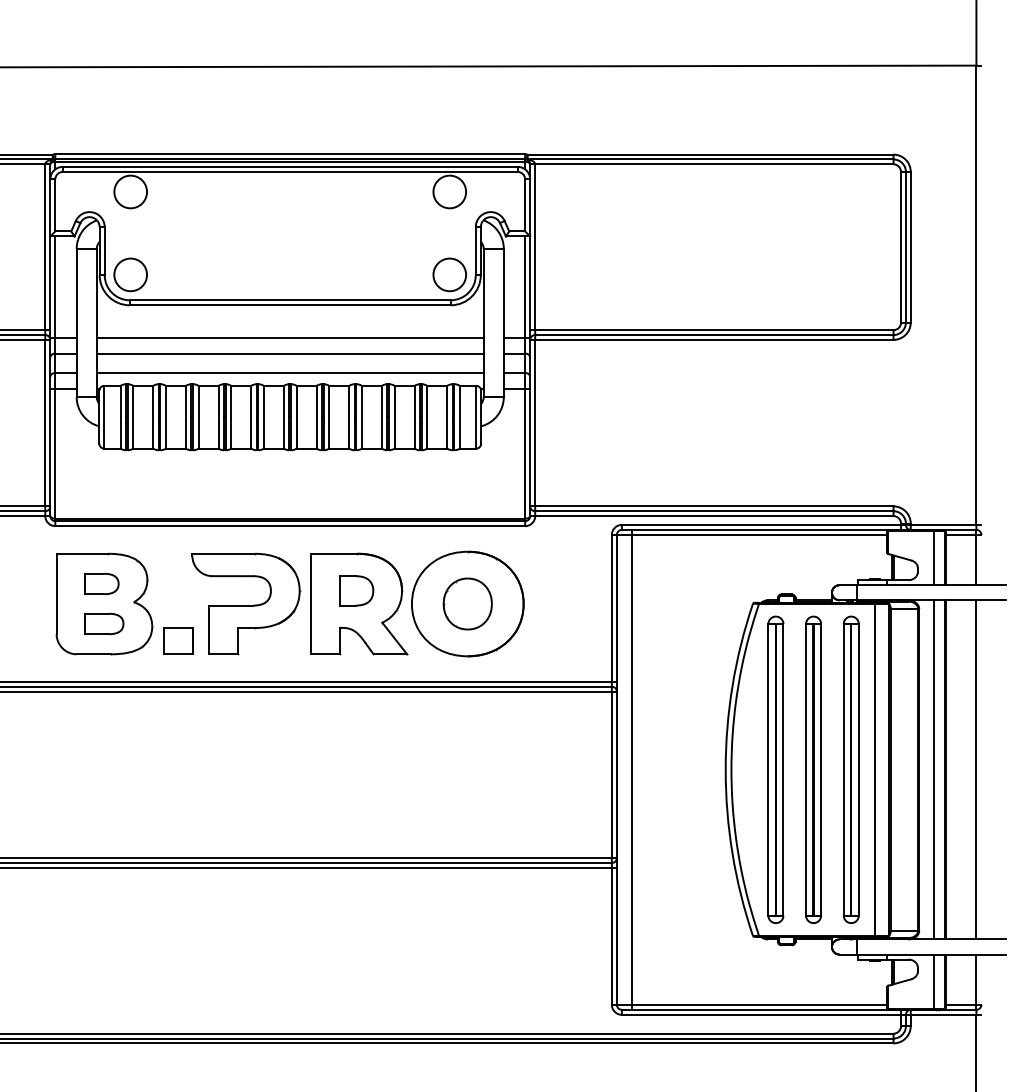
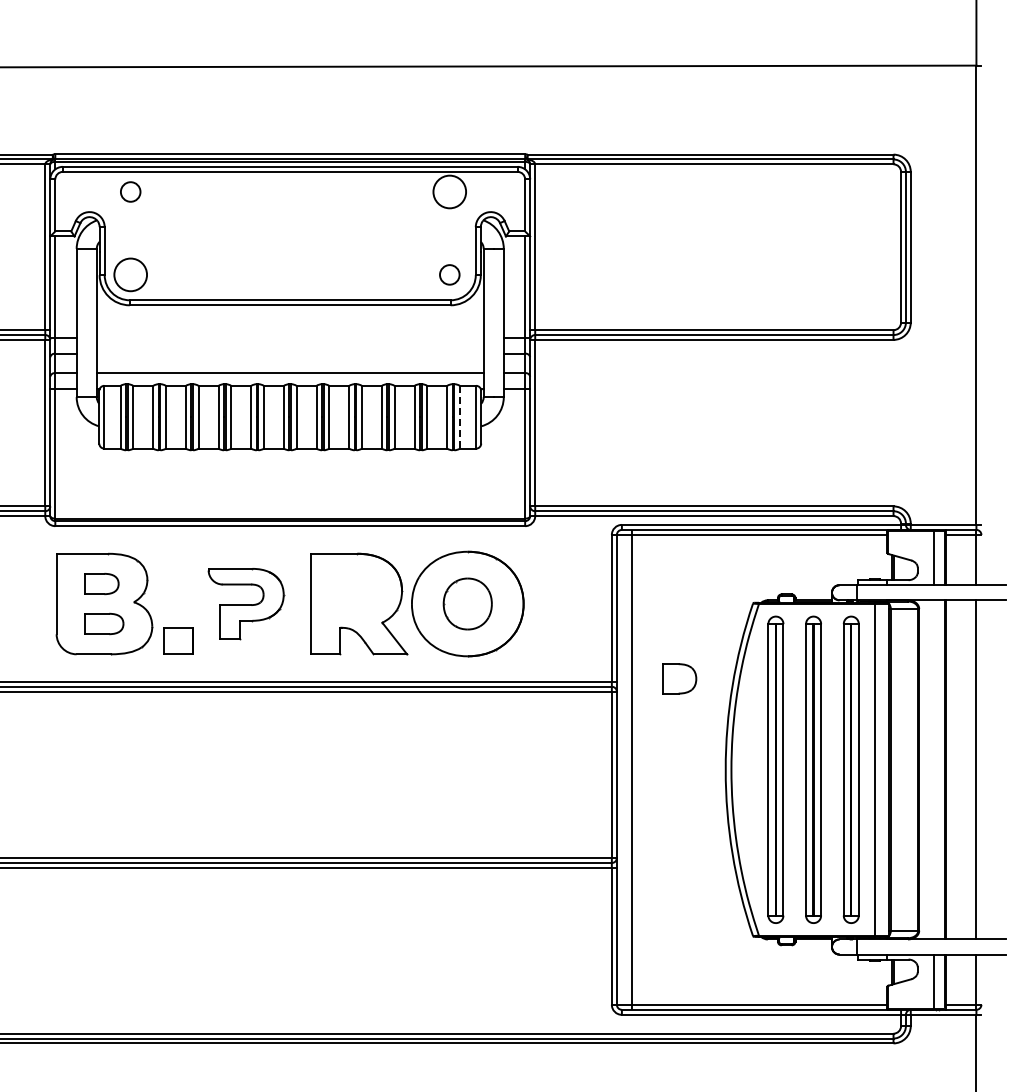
circle at (130, 191) diameter: 33 px -> 20 px
circle at (449, 274) diameter: 33 px -> 20 px
line at (289, 337): present -> none
line at (289, 353): present -> none
line at (459, 417): solid -> dashed
part at (356, 590) position: (356, 590) -> (679, 678)
part at (246, 603) size: 111x104 px -> 79x73 px
line at (933, 769): present -> none
